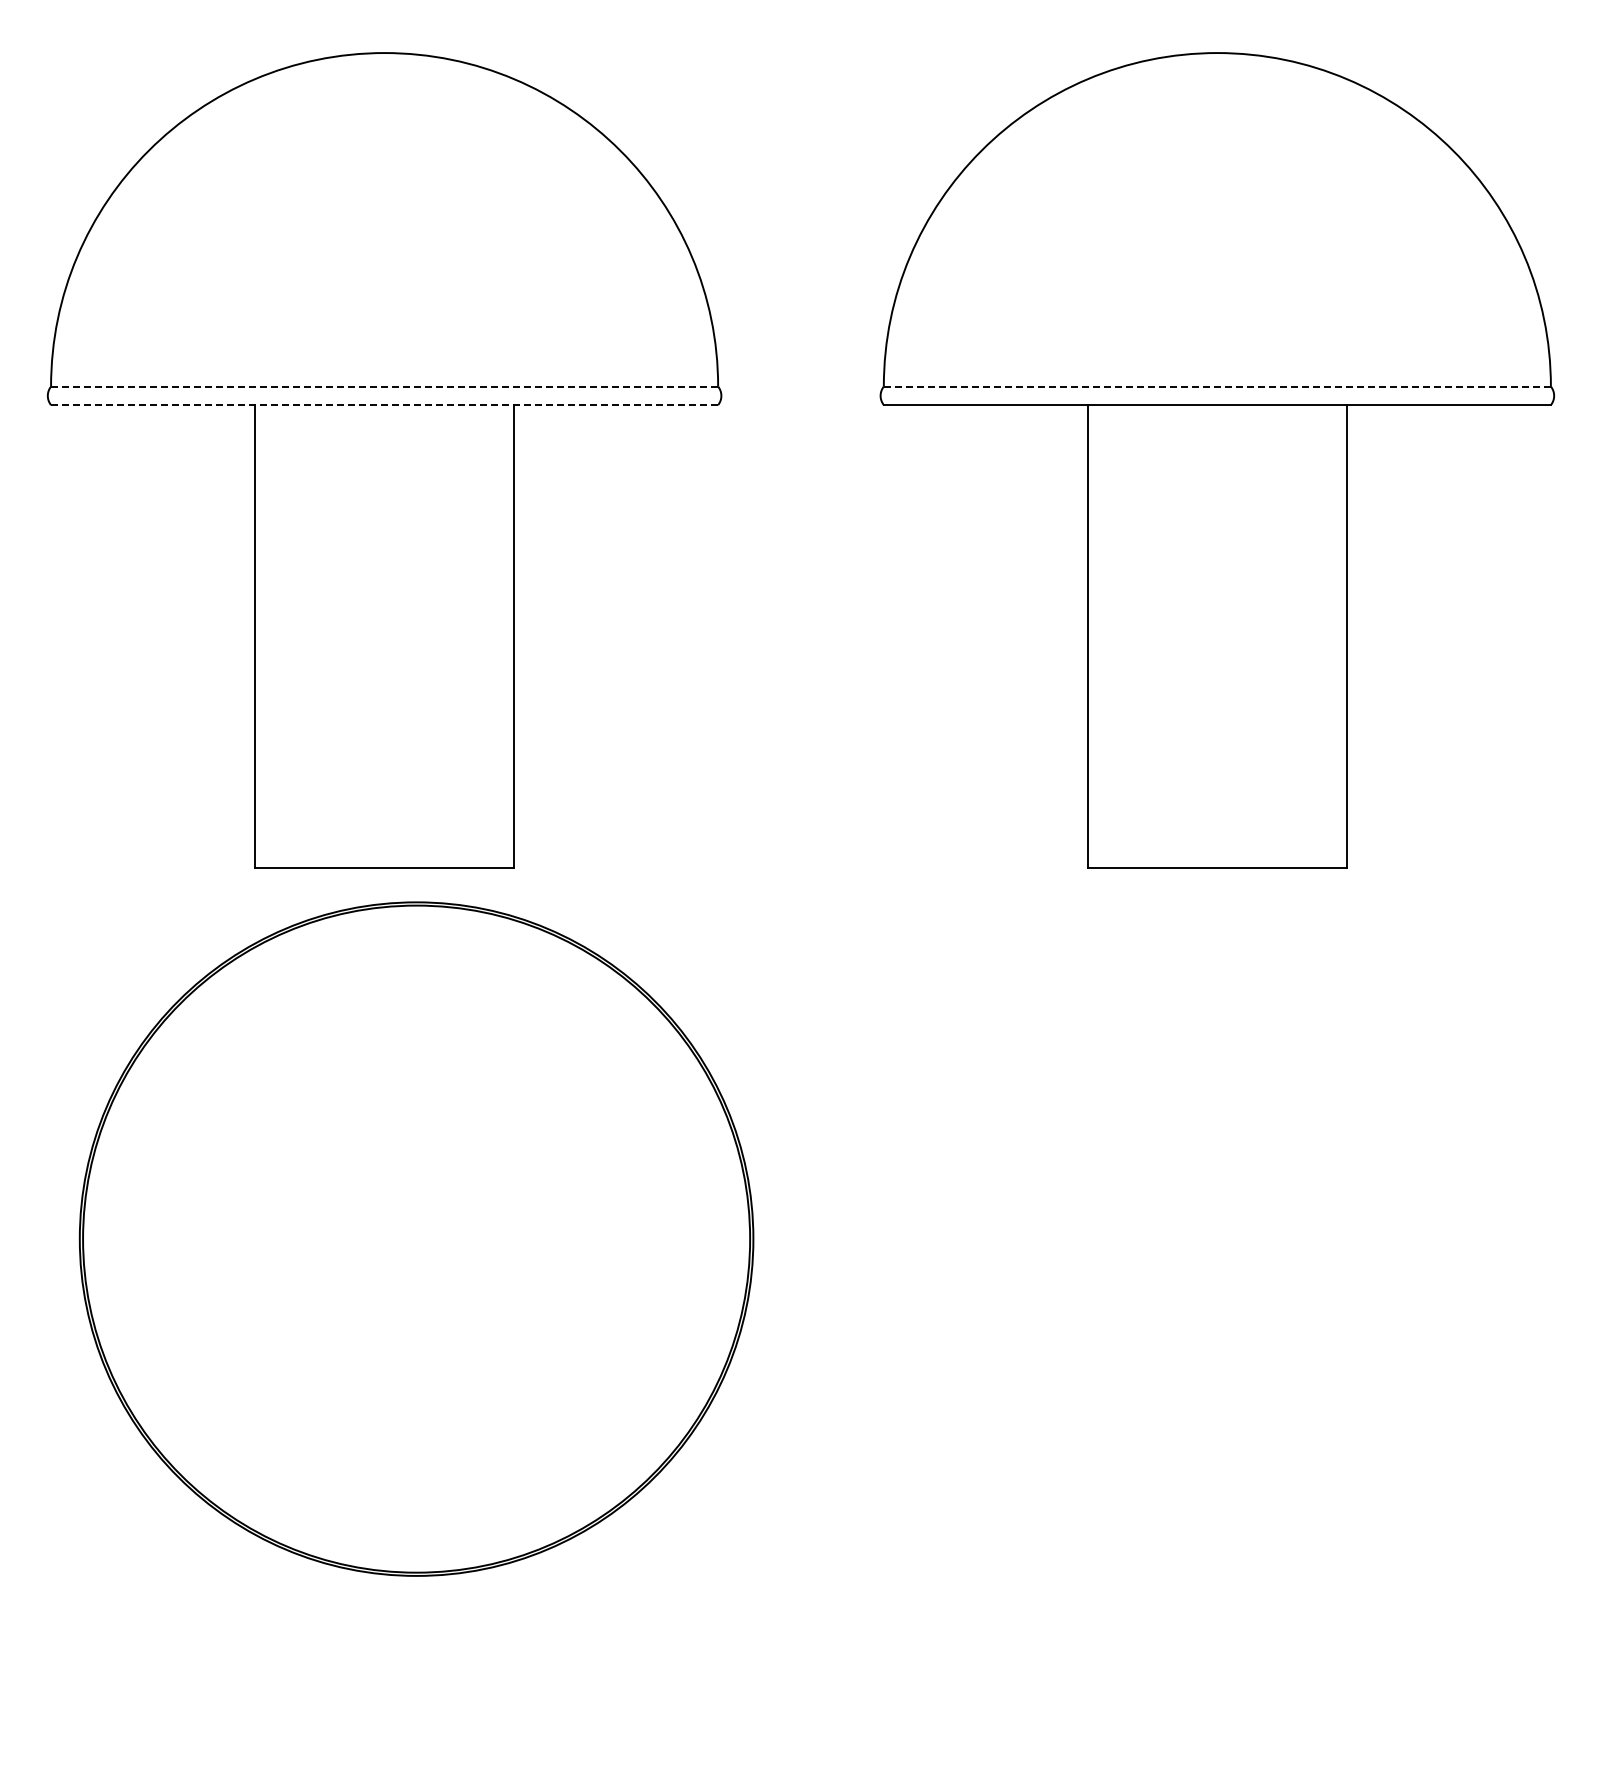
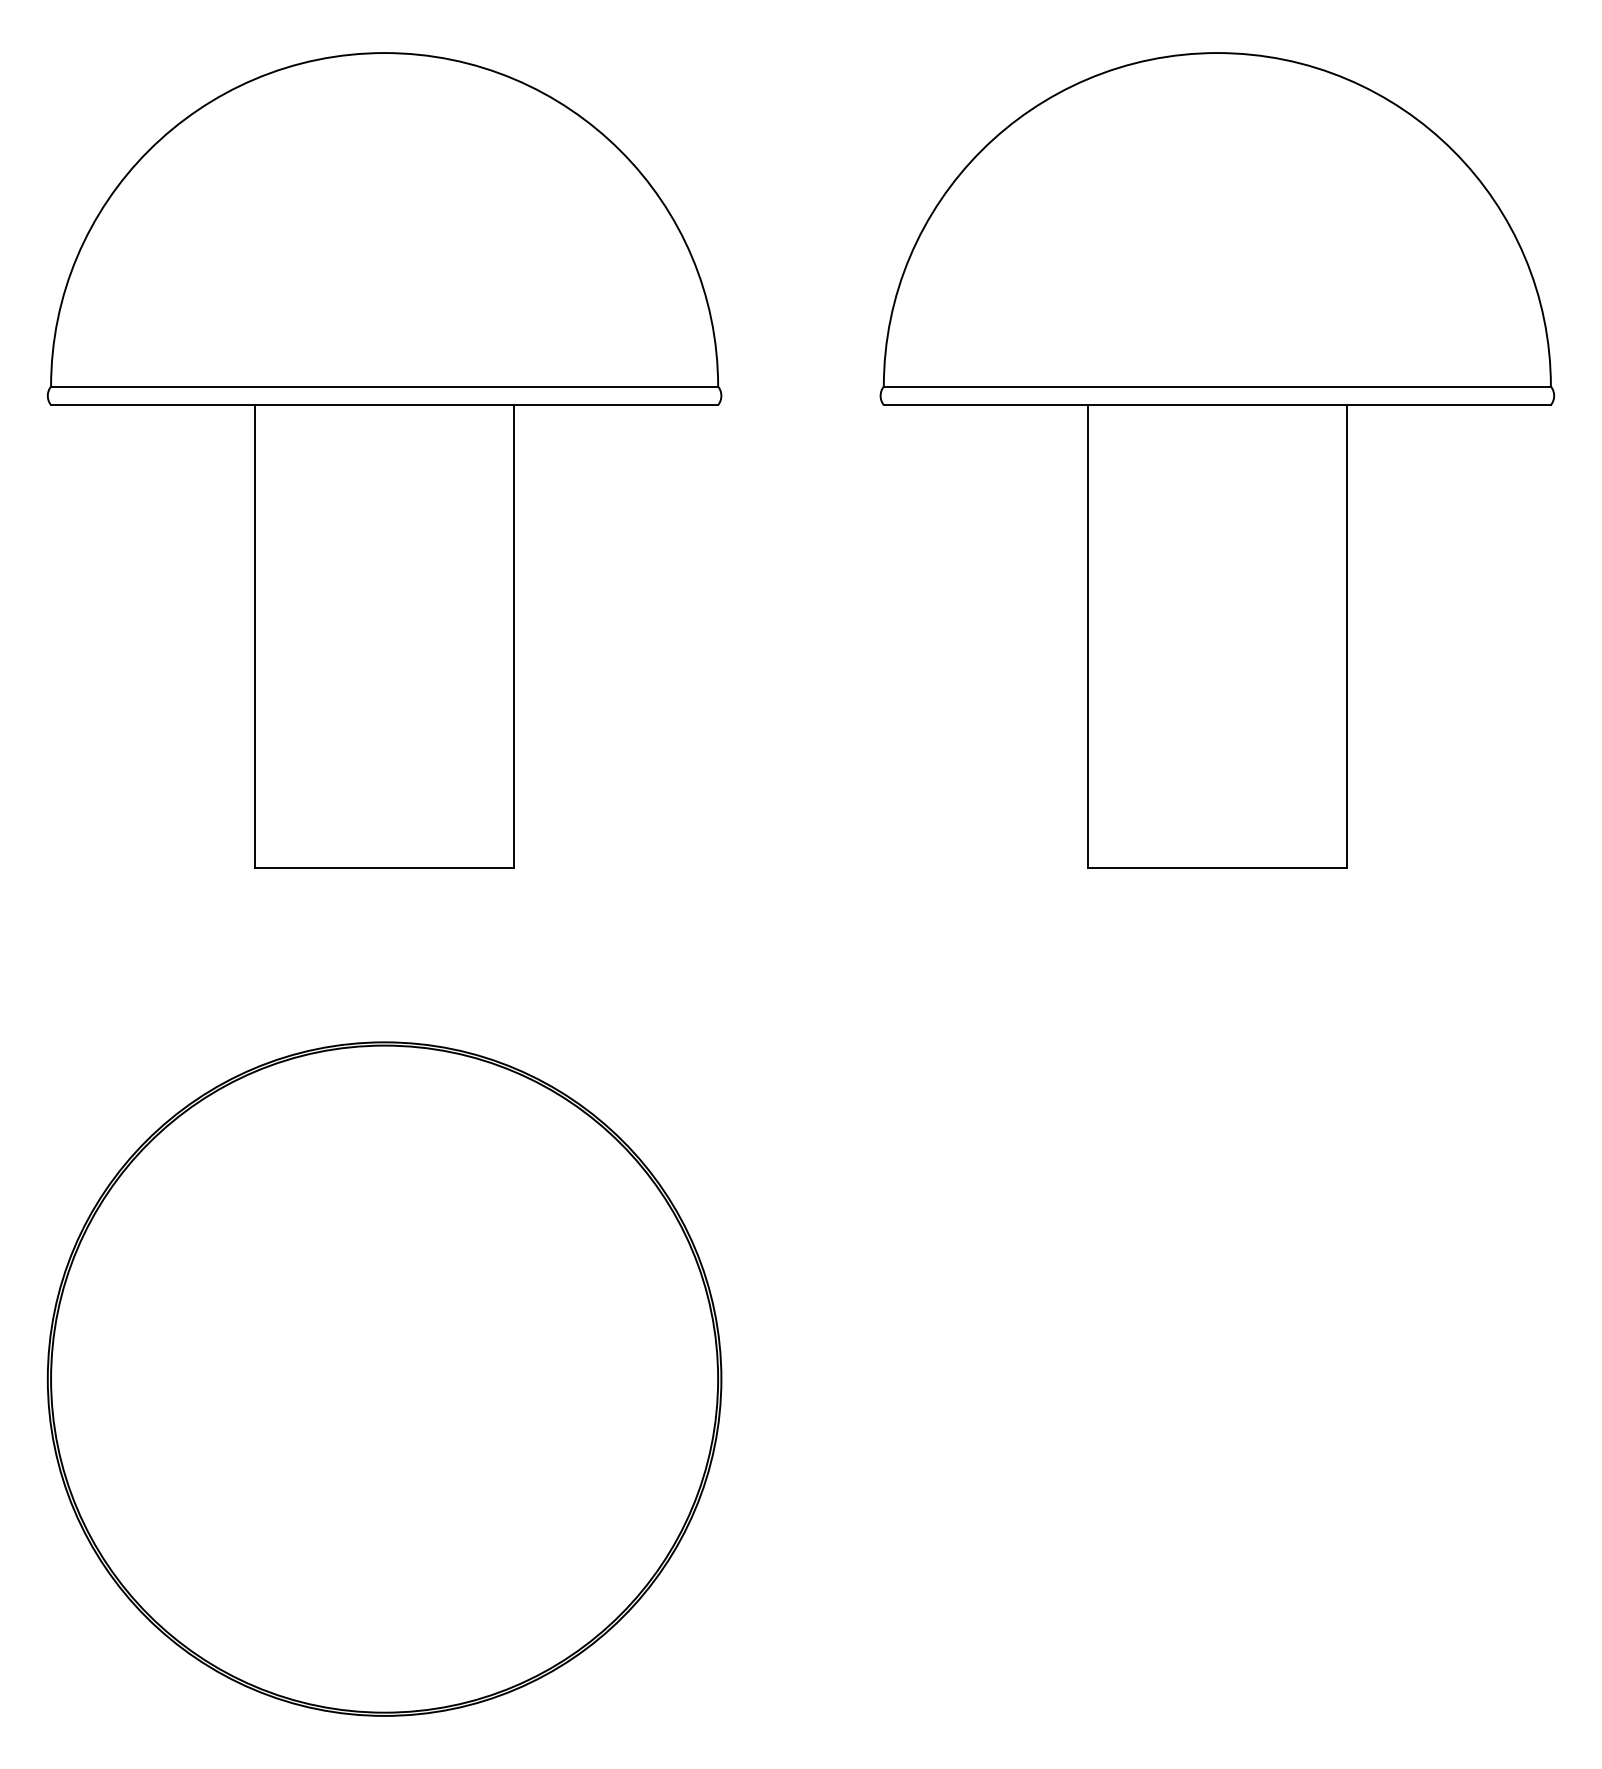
line at (384, 386): dashed -> solid
line at (1217, 386): dashed -> solid
line at (384, 405): dashed -> solid
part at (416, 1238) position: (416, 1238) -> (384, 1378)
